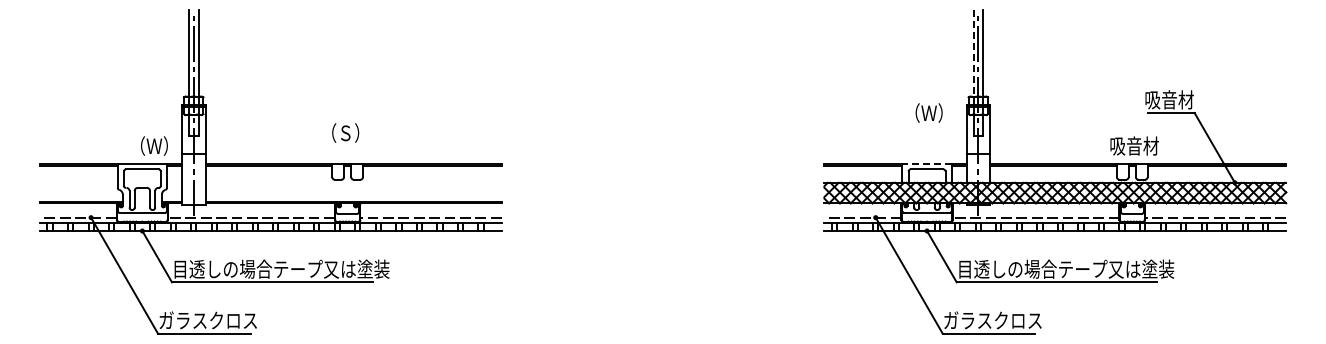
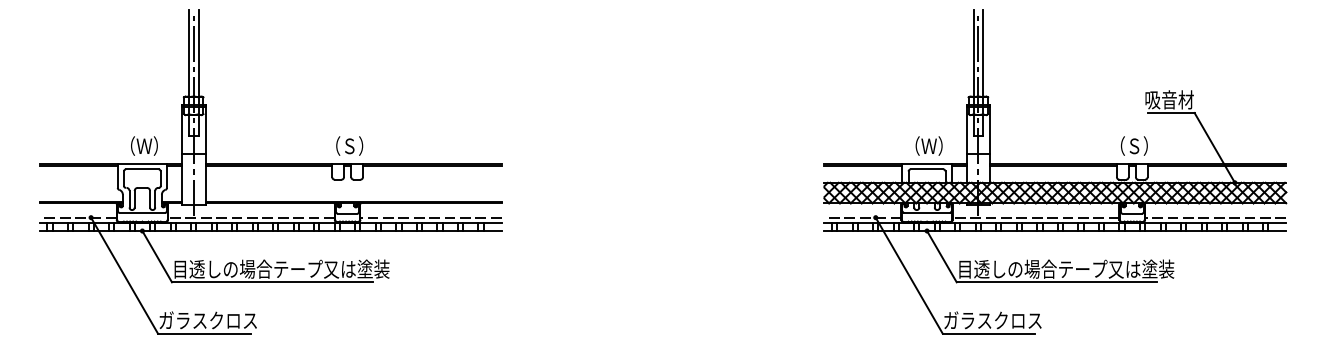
line at (973, 53): dashed -> solid
text at (928, 112) position: (928, 112) -> (928, 145)
text at (345, 132) position: (345, 132) -> (349, 145)
text at (154, 145) position: (154, 145) -> (144, 145)
text at (1134, 145): 吸音材 -> （Ｓ）
line at (927, 163): dashed -> solid
